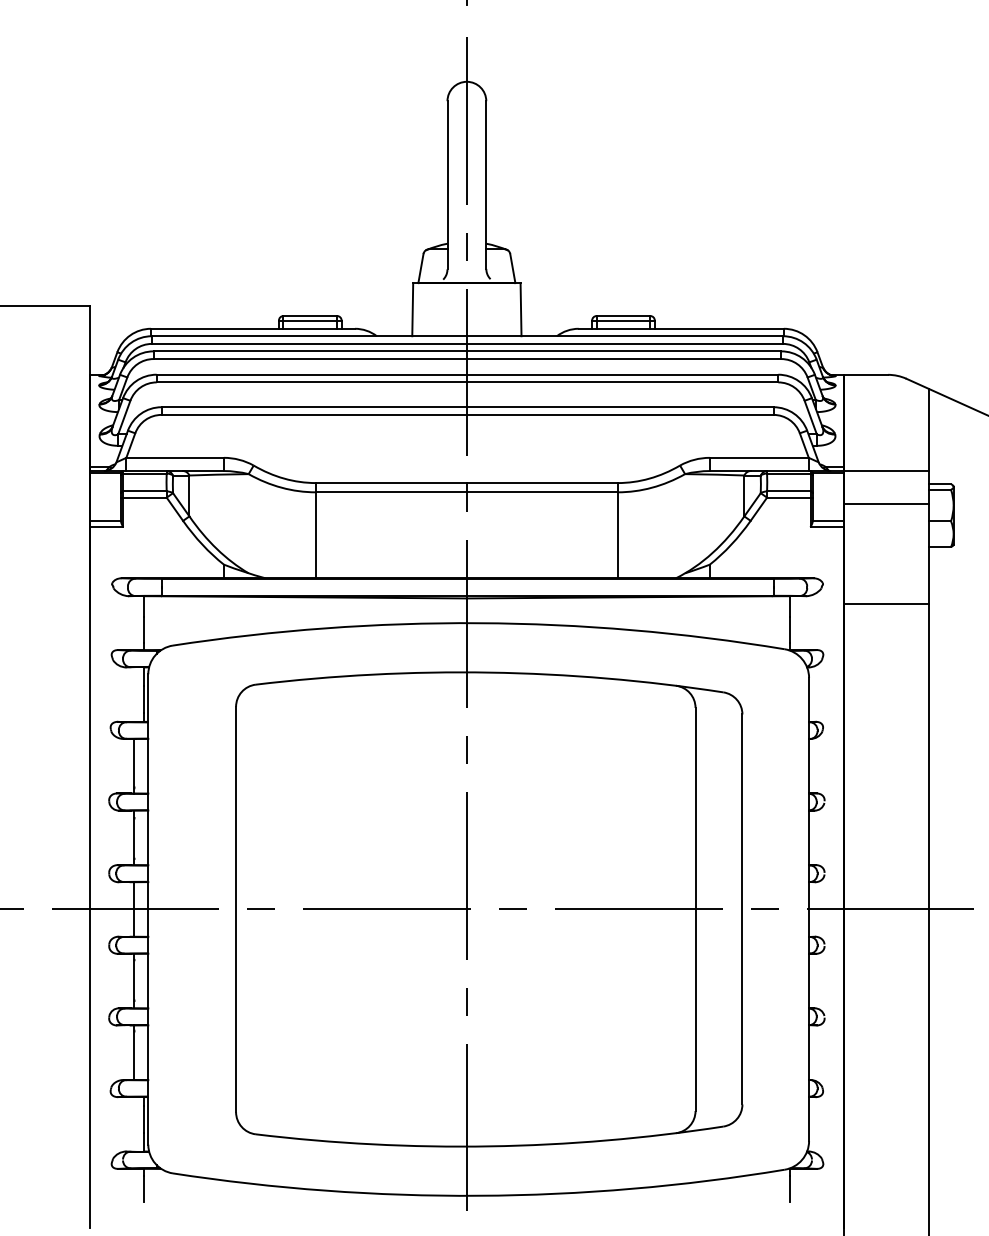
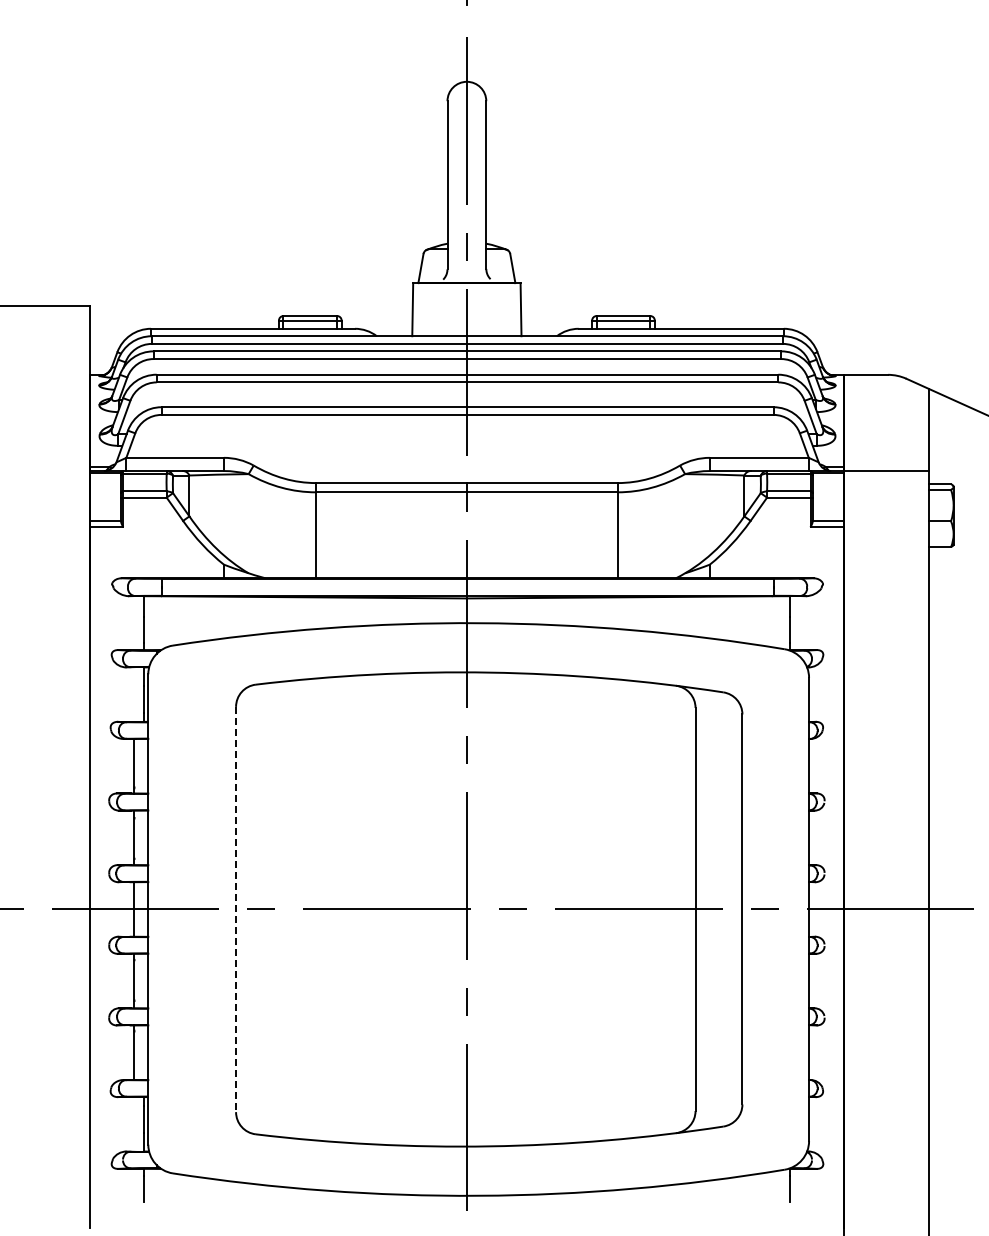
line at (886, 503): present -> none
line at (886, 603): present -> none
line at (236, 909): solid -> dashed
